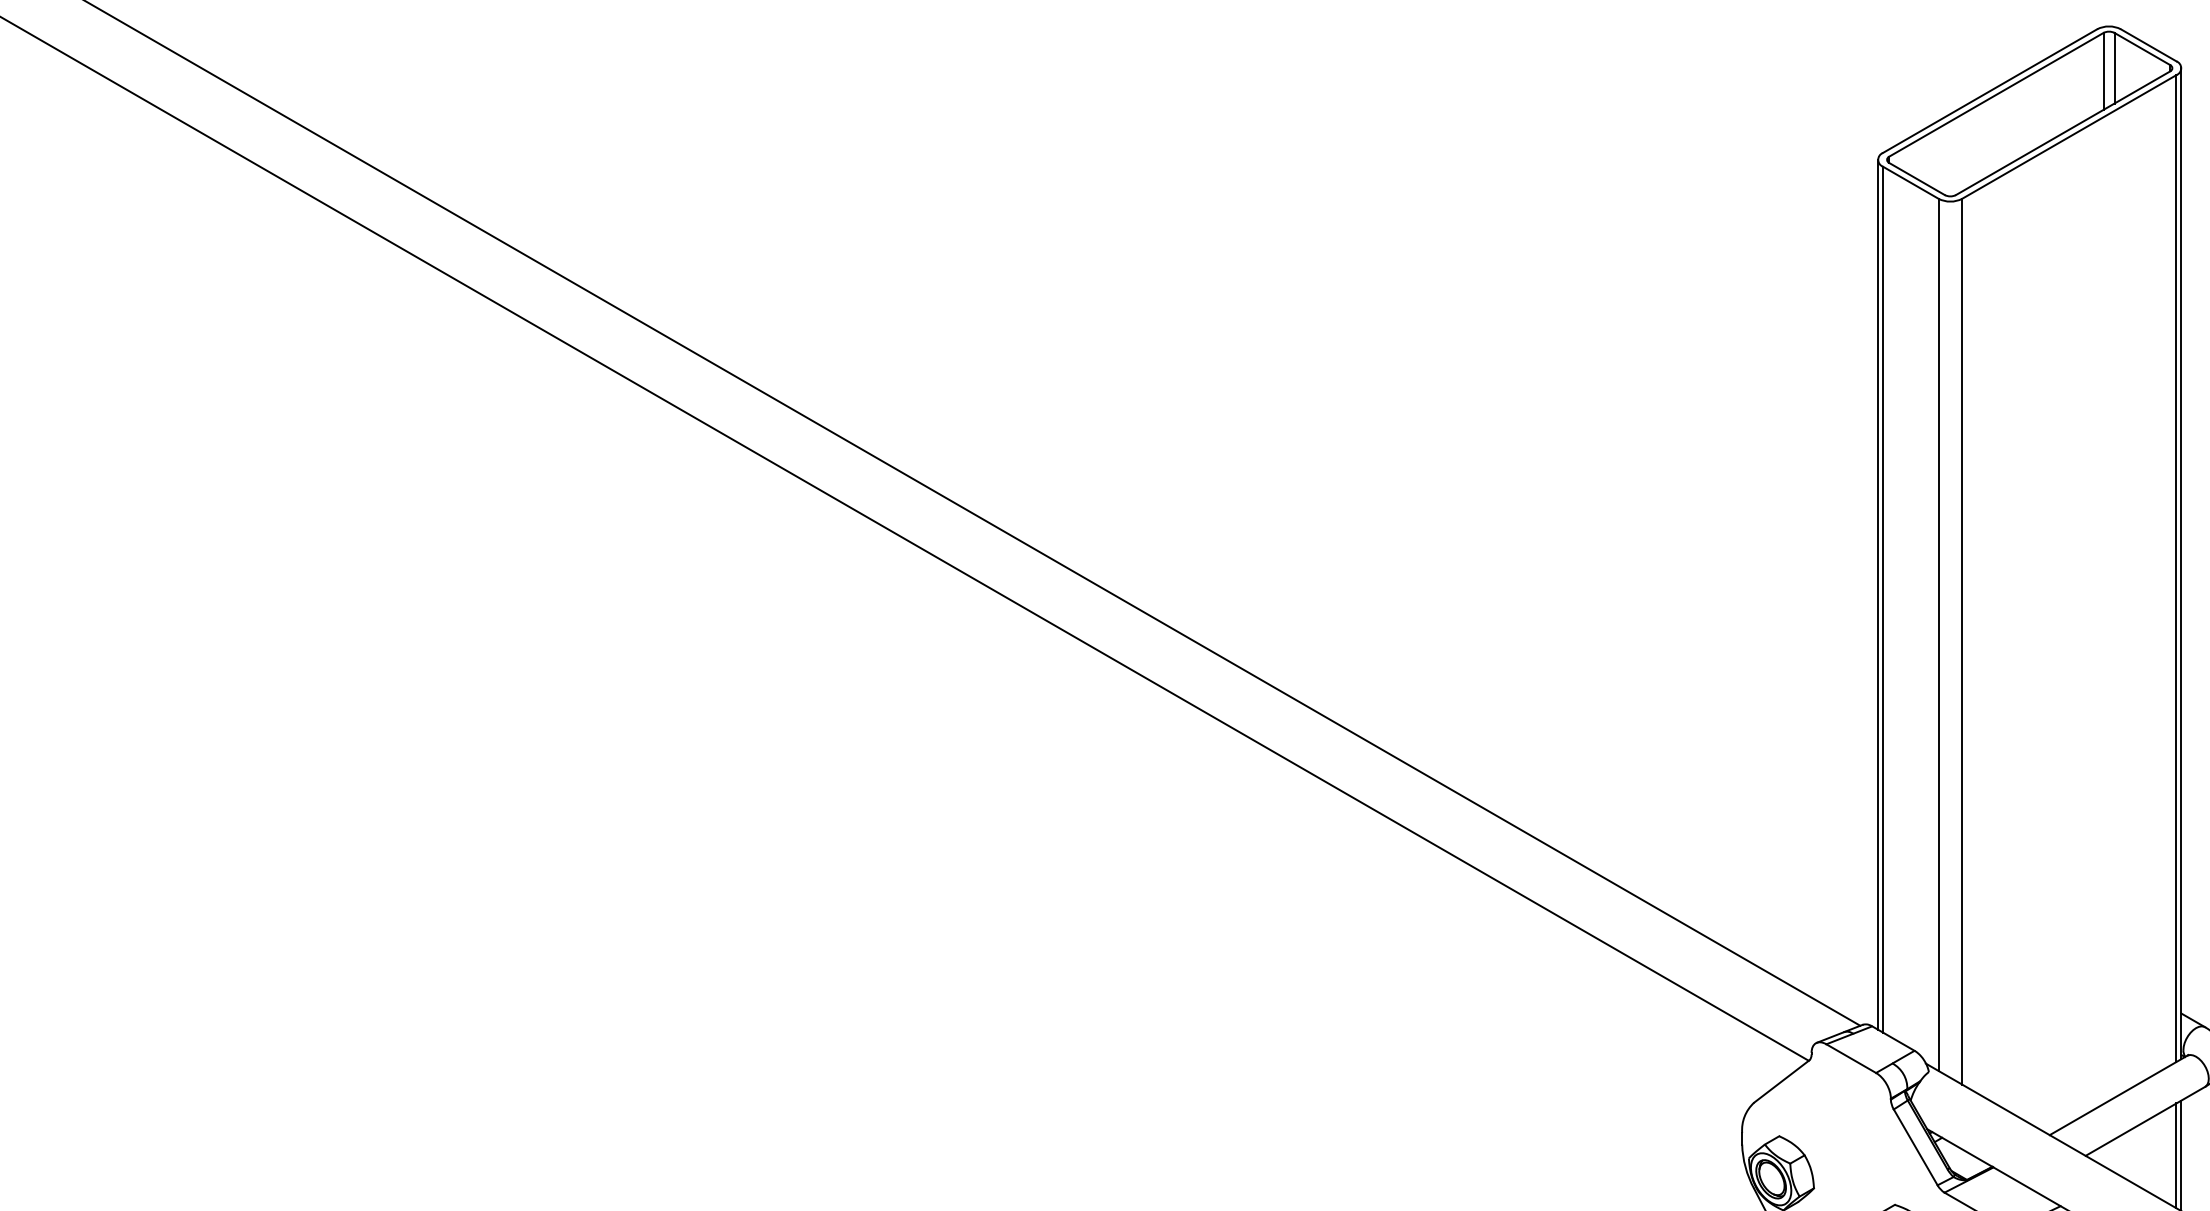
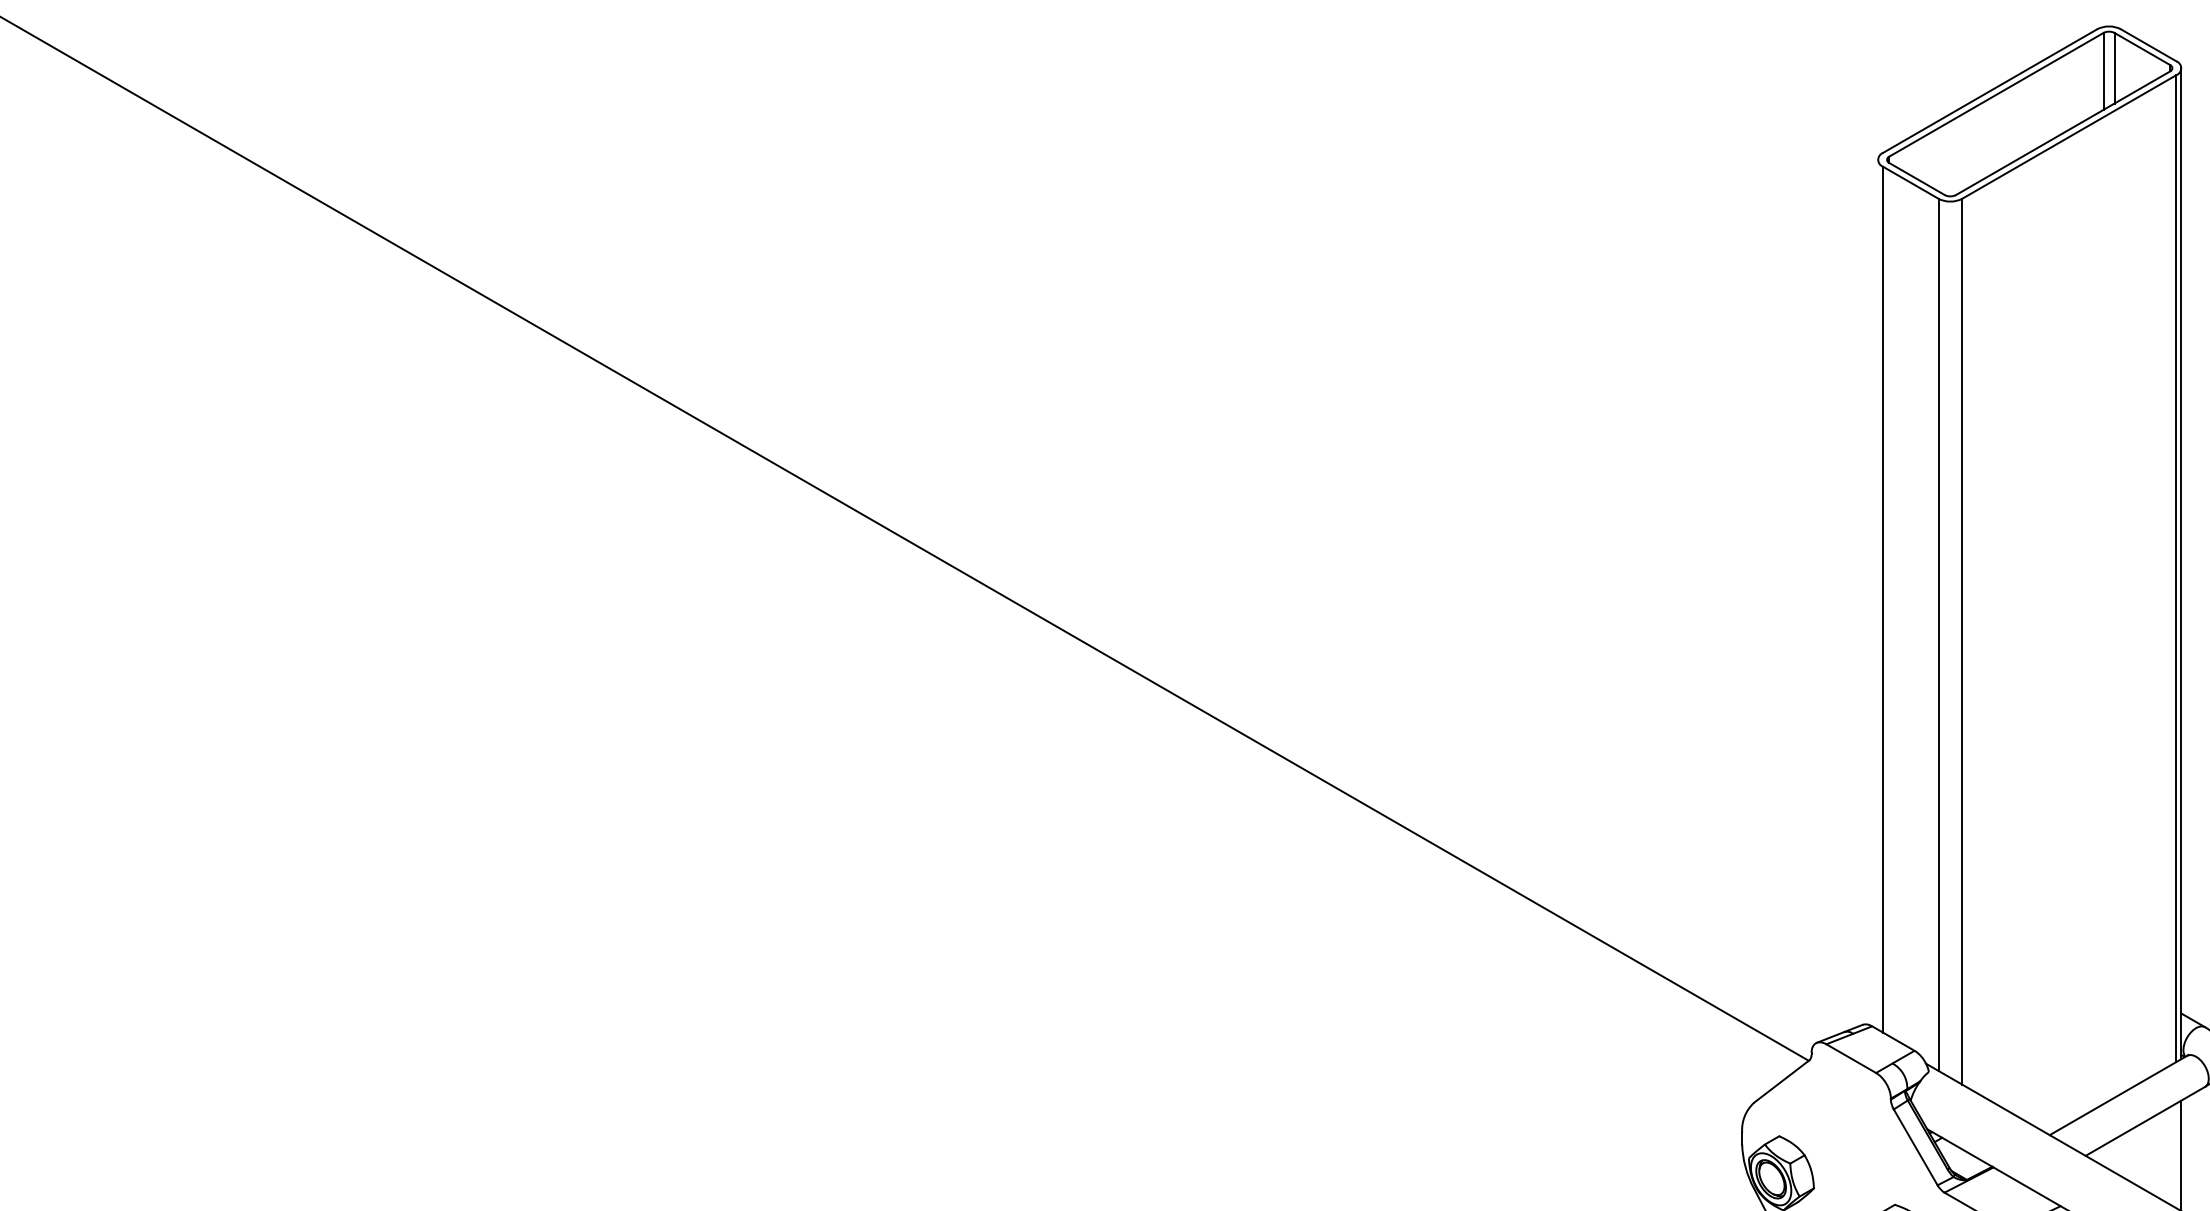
line at (973, 513): present -> none
line at (1878, 594): present -> none
line at (2176, 1155): present -> none
